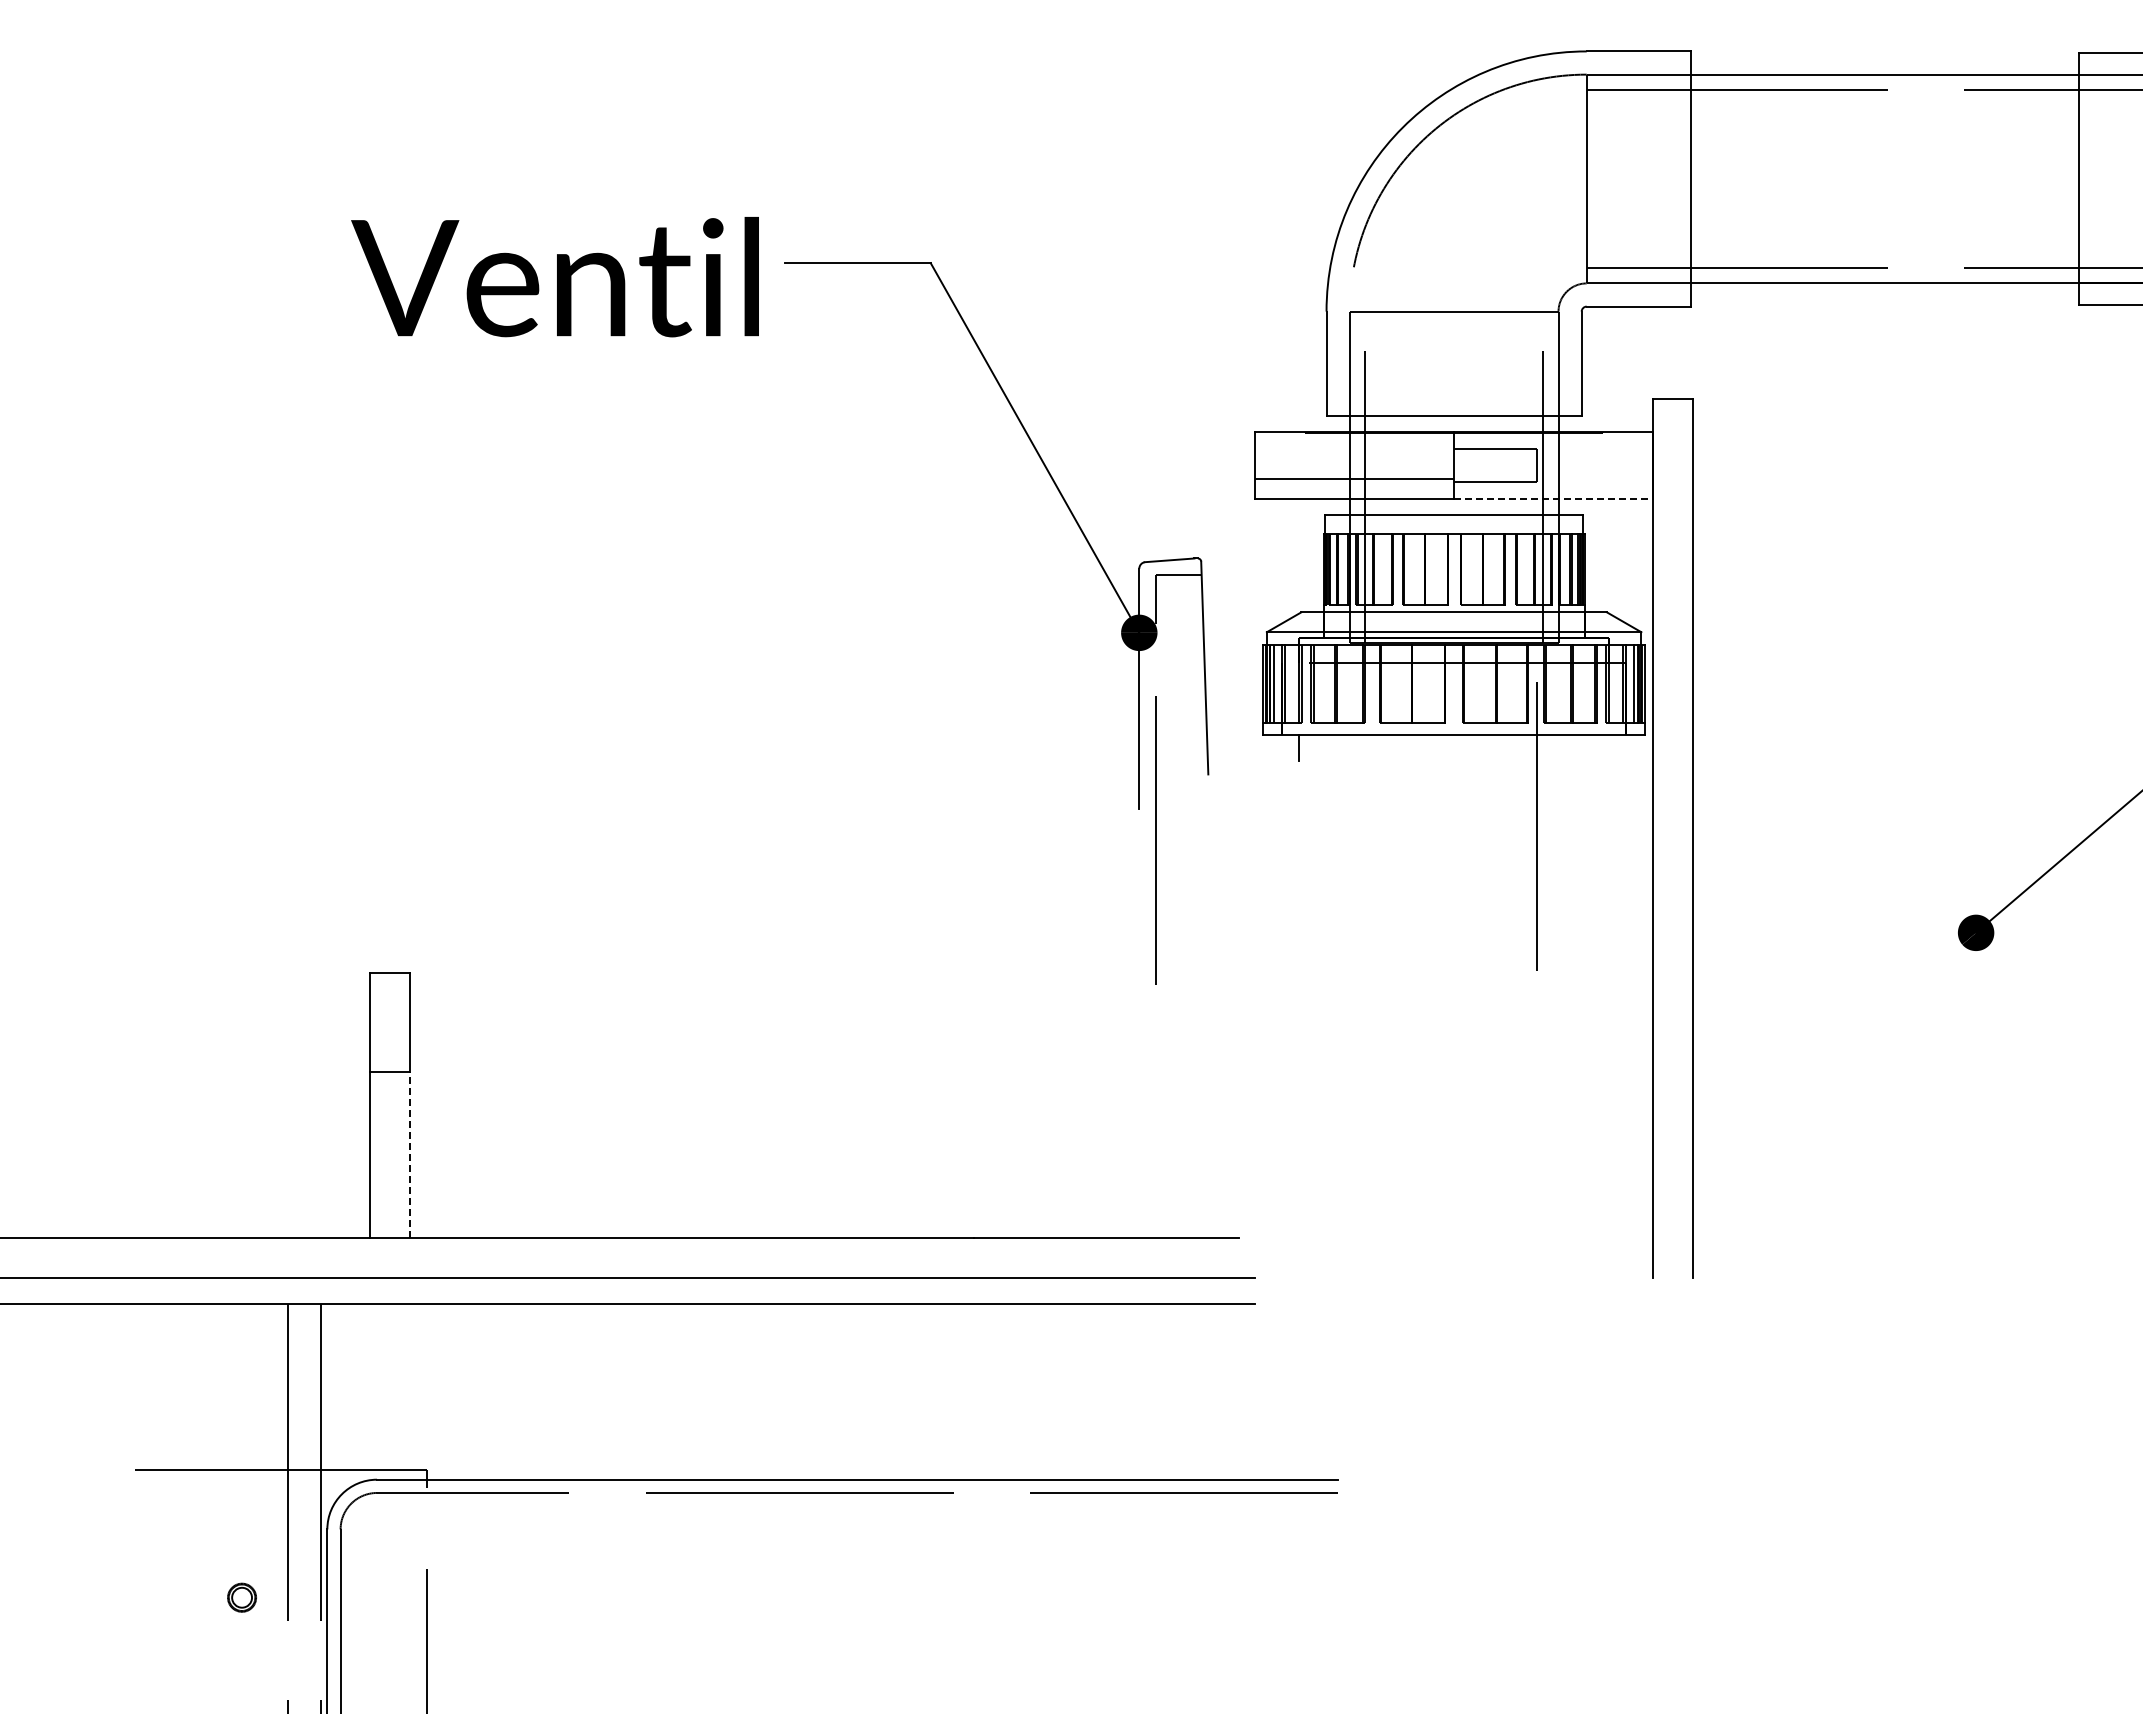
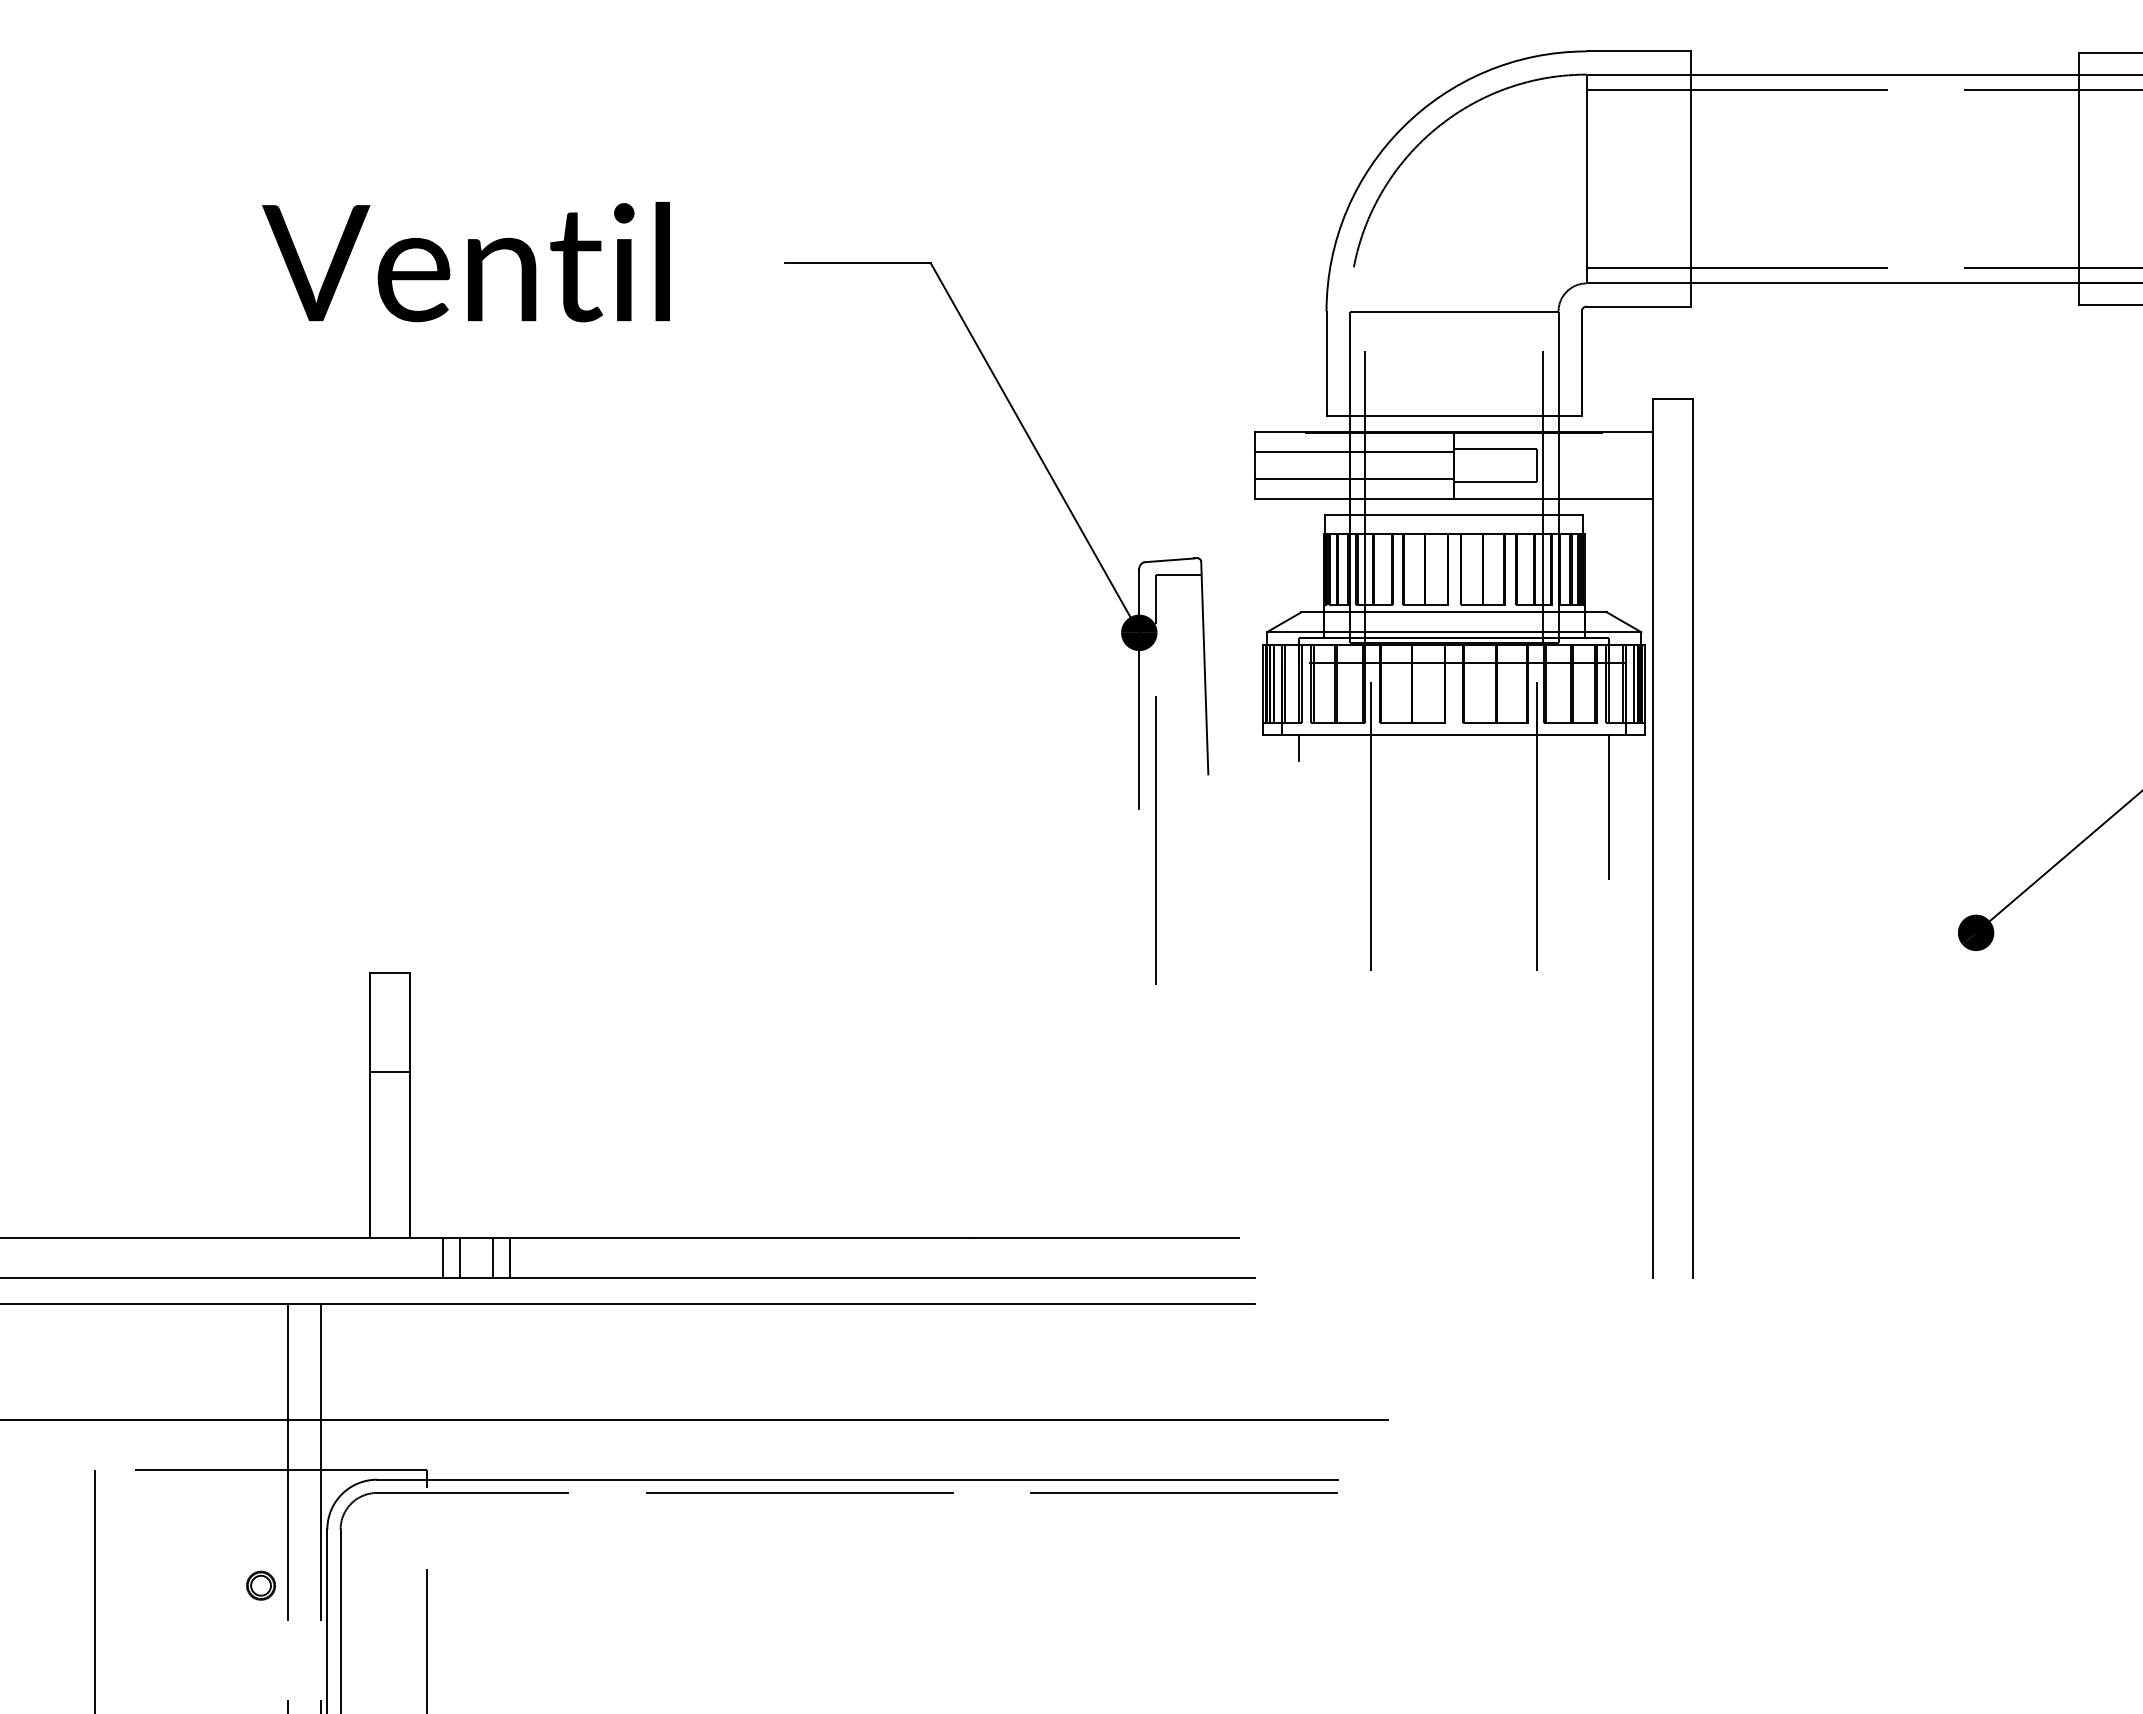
text at (554, 277) position: (554, 277) -> (465, 262)
line at (1354, 452): none -> present
line at (1554, 498): dashed -> solid
line at (1371, 807): none -> present
line at (1608, 807): none -> present
line at (410, 1154): dashed -> solid
line at (443, 1257): none -> present
line at (459, 1257): none -> present
line at (493, 1257): none -> present
line at (509, 1257): none -> present
line at (694, 1420): none -> present
line at (95, 1589): none -> present
part at (241, 1597) position: (241, 1597) -> (260, 1585)
